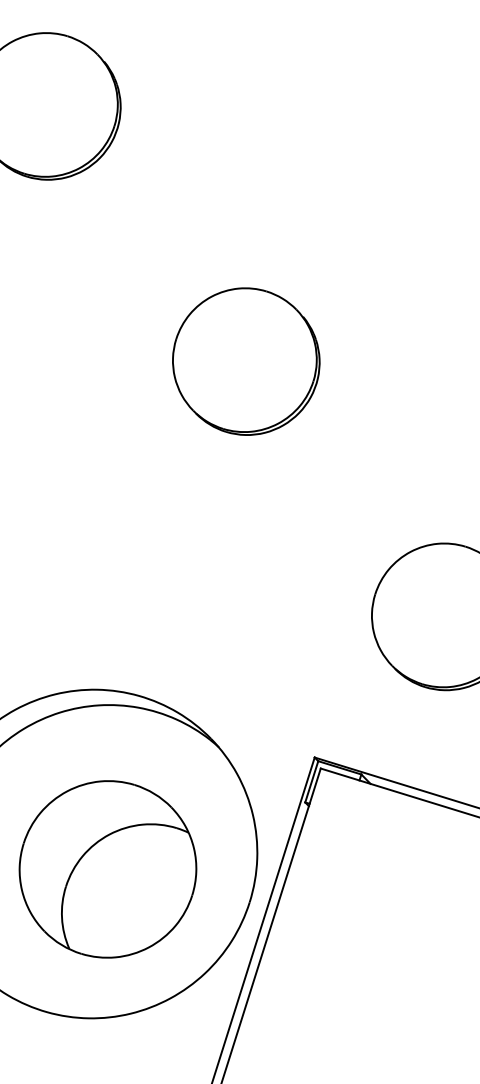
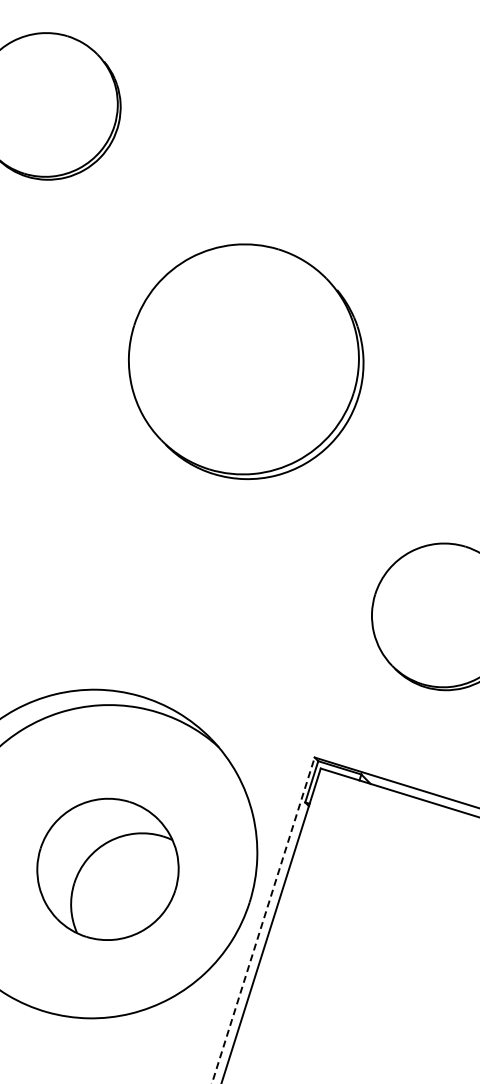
part at (246, 361) size: 149x149 px -> 237x238 px
part at (107, 869) size: 180x179 px -> 144x144 px
line at (263, 920): solid -> dashed
